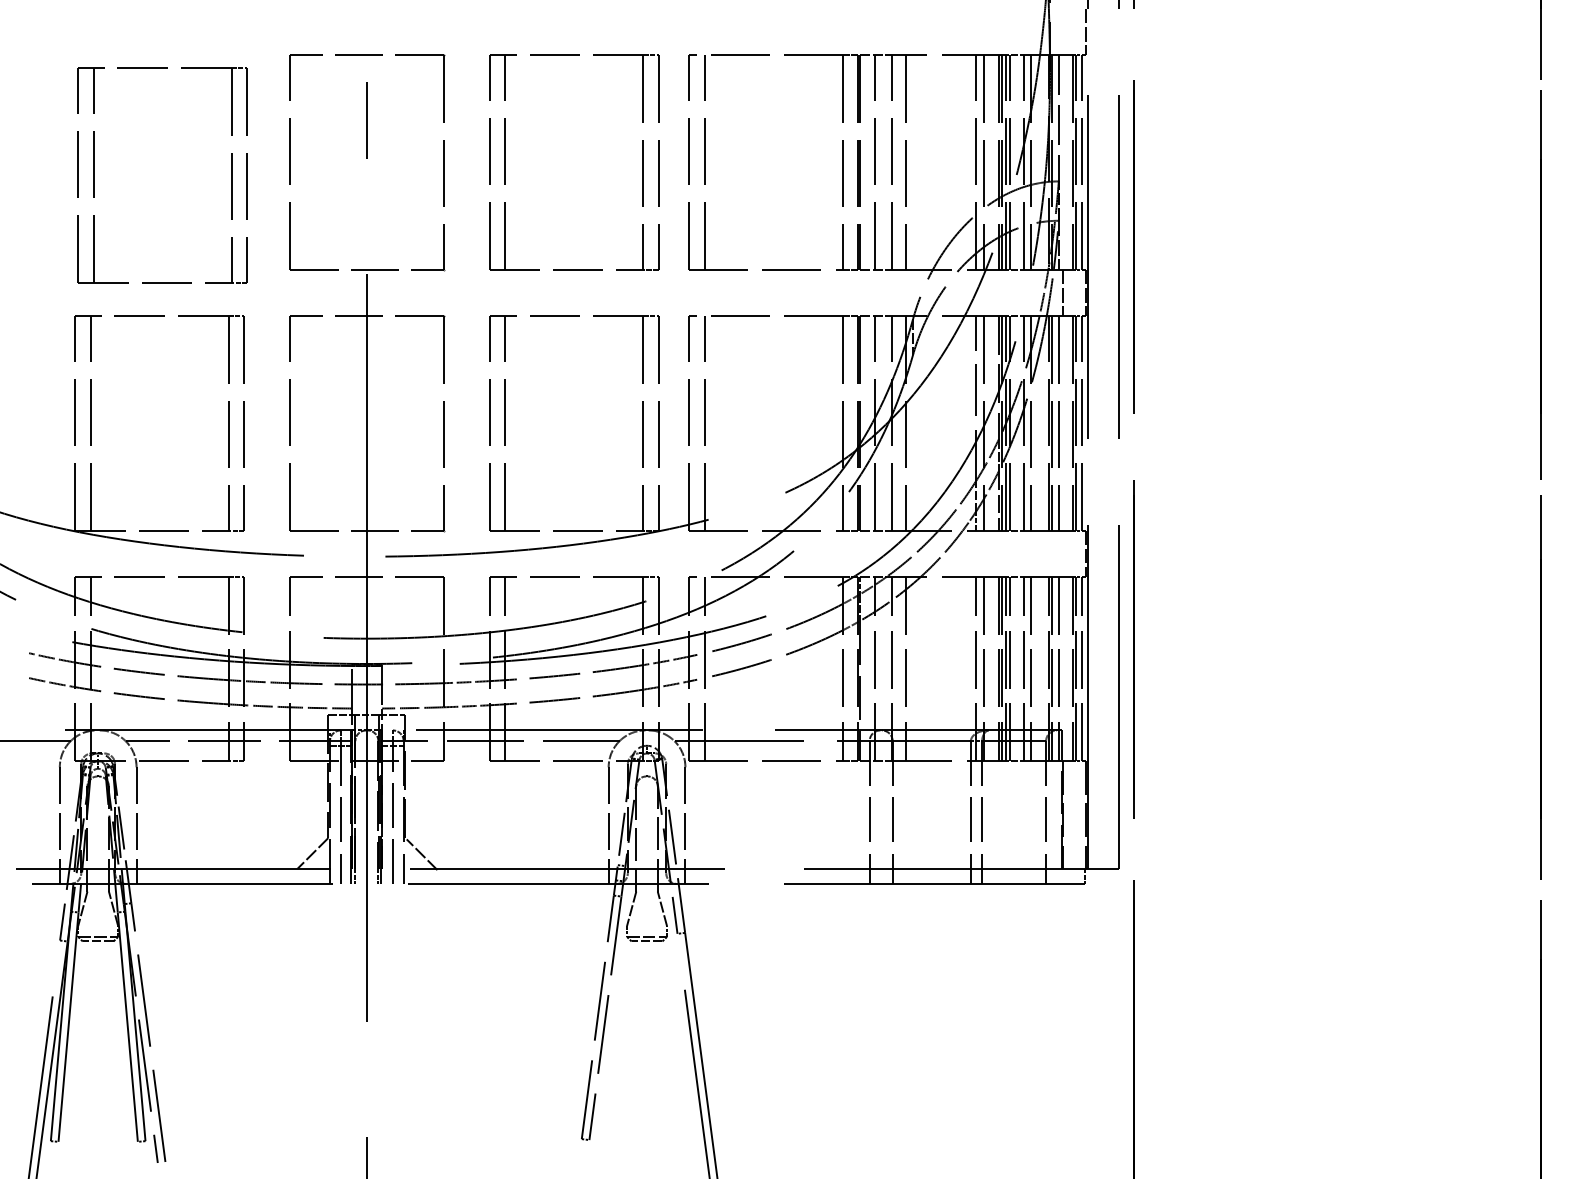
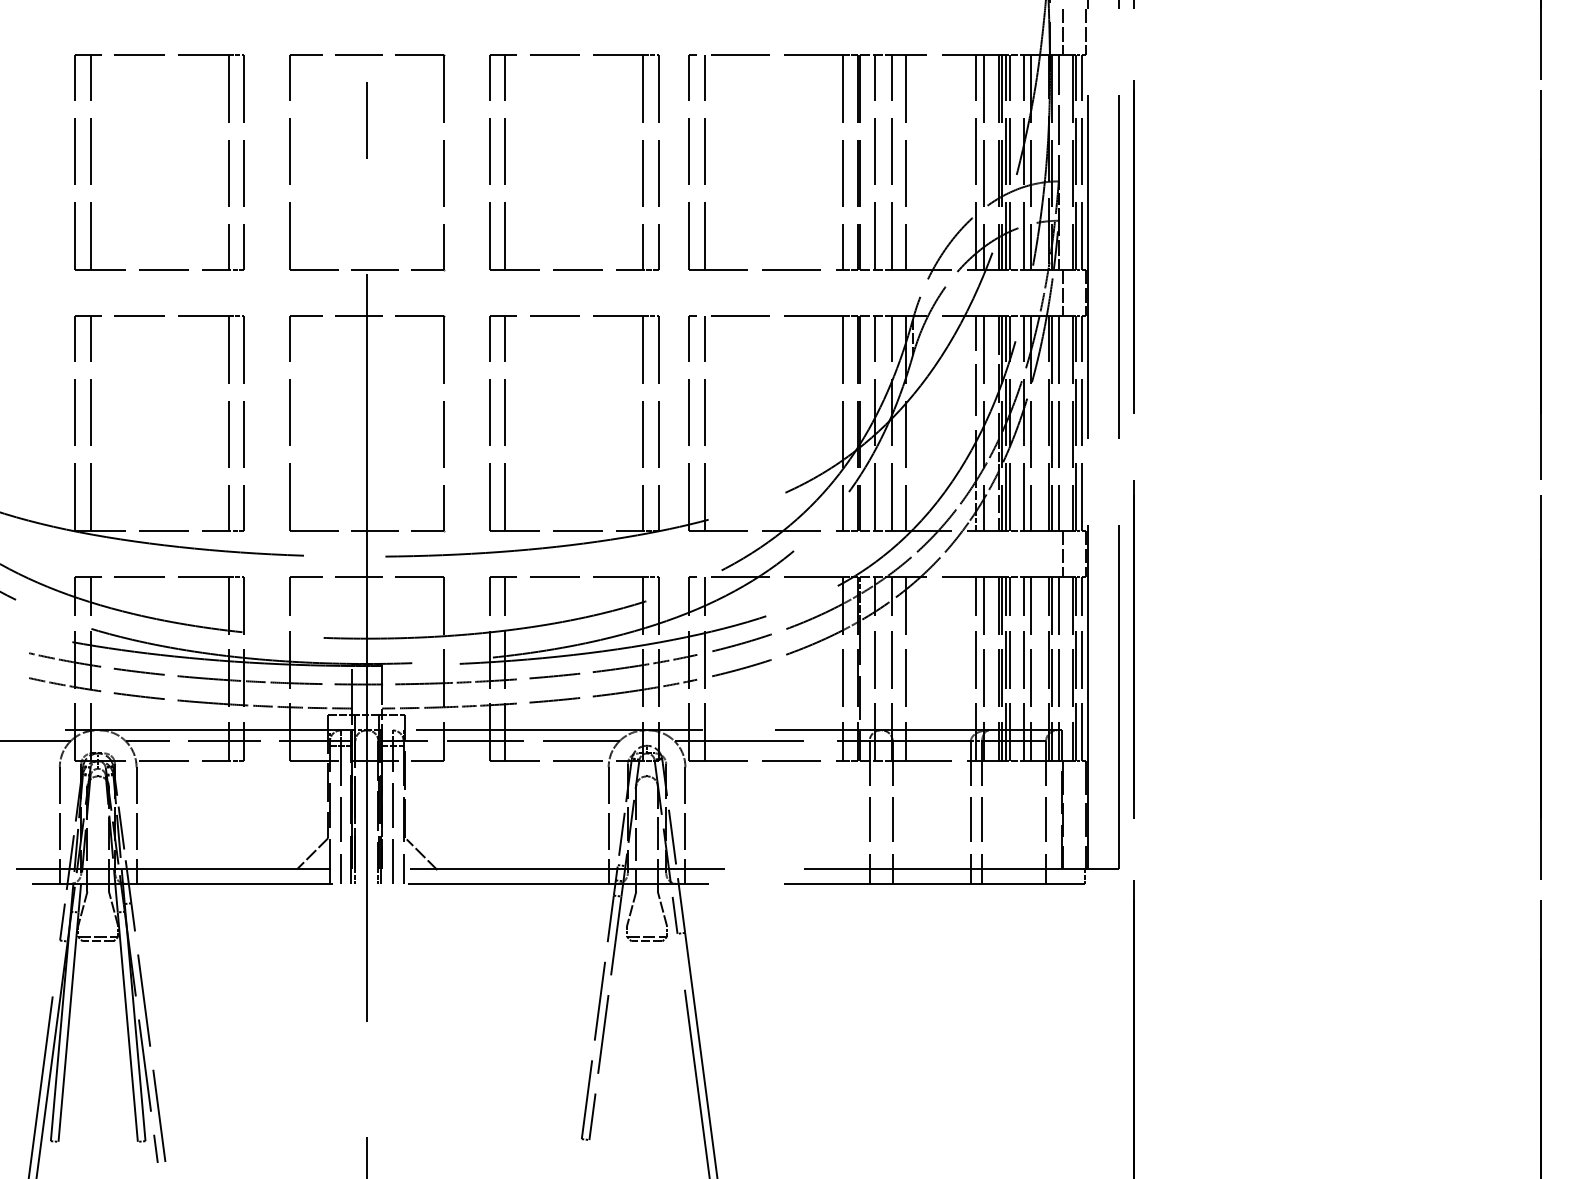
line at (1063, 31): none -> present
part at (94, 175) position: (94, 175) -> (91, 162)
line at (1063, 553): none -> present
